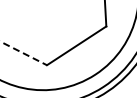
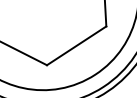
line at (23, 53): dashed -> solid
